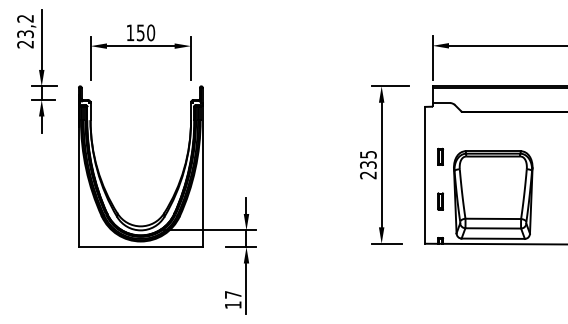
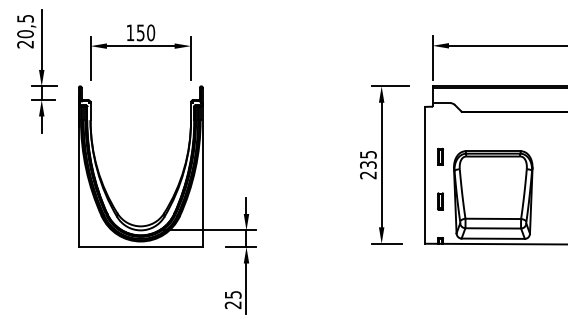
text at (25, 26): 23,2 -> 20,5
text at (232, 300): 17 -> 25
